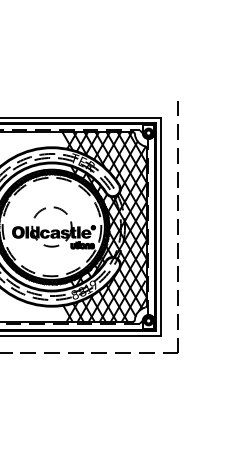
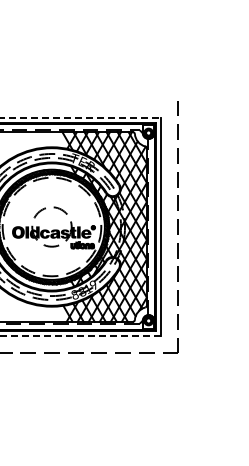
line at (80, 118): solid -> dashed
line at (79, 335): solid -> dashed
